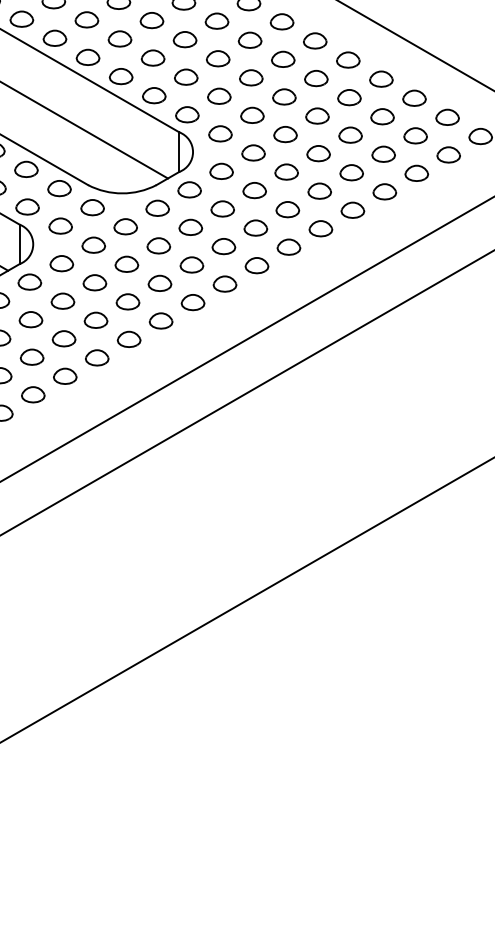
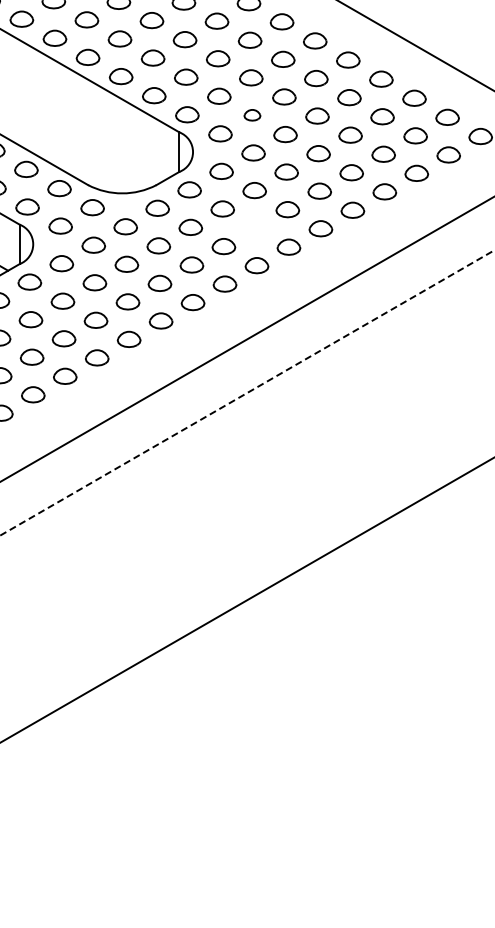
part at (252, 114) size: 25x18 px -> 19x13 px
line at (84, 130): present -> none
part at (255, 227): present -> none
line at (247, 393): solid -> dashed
